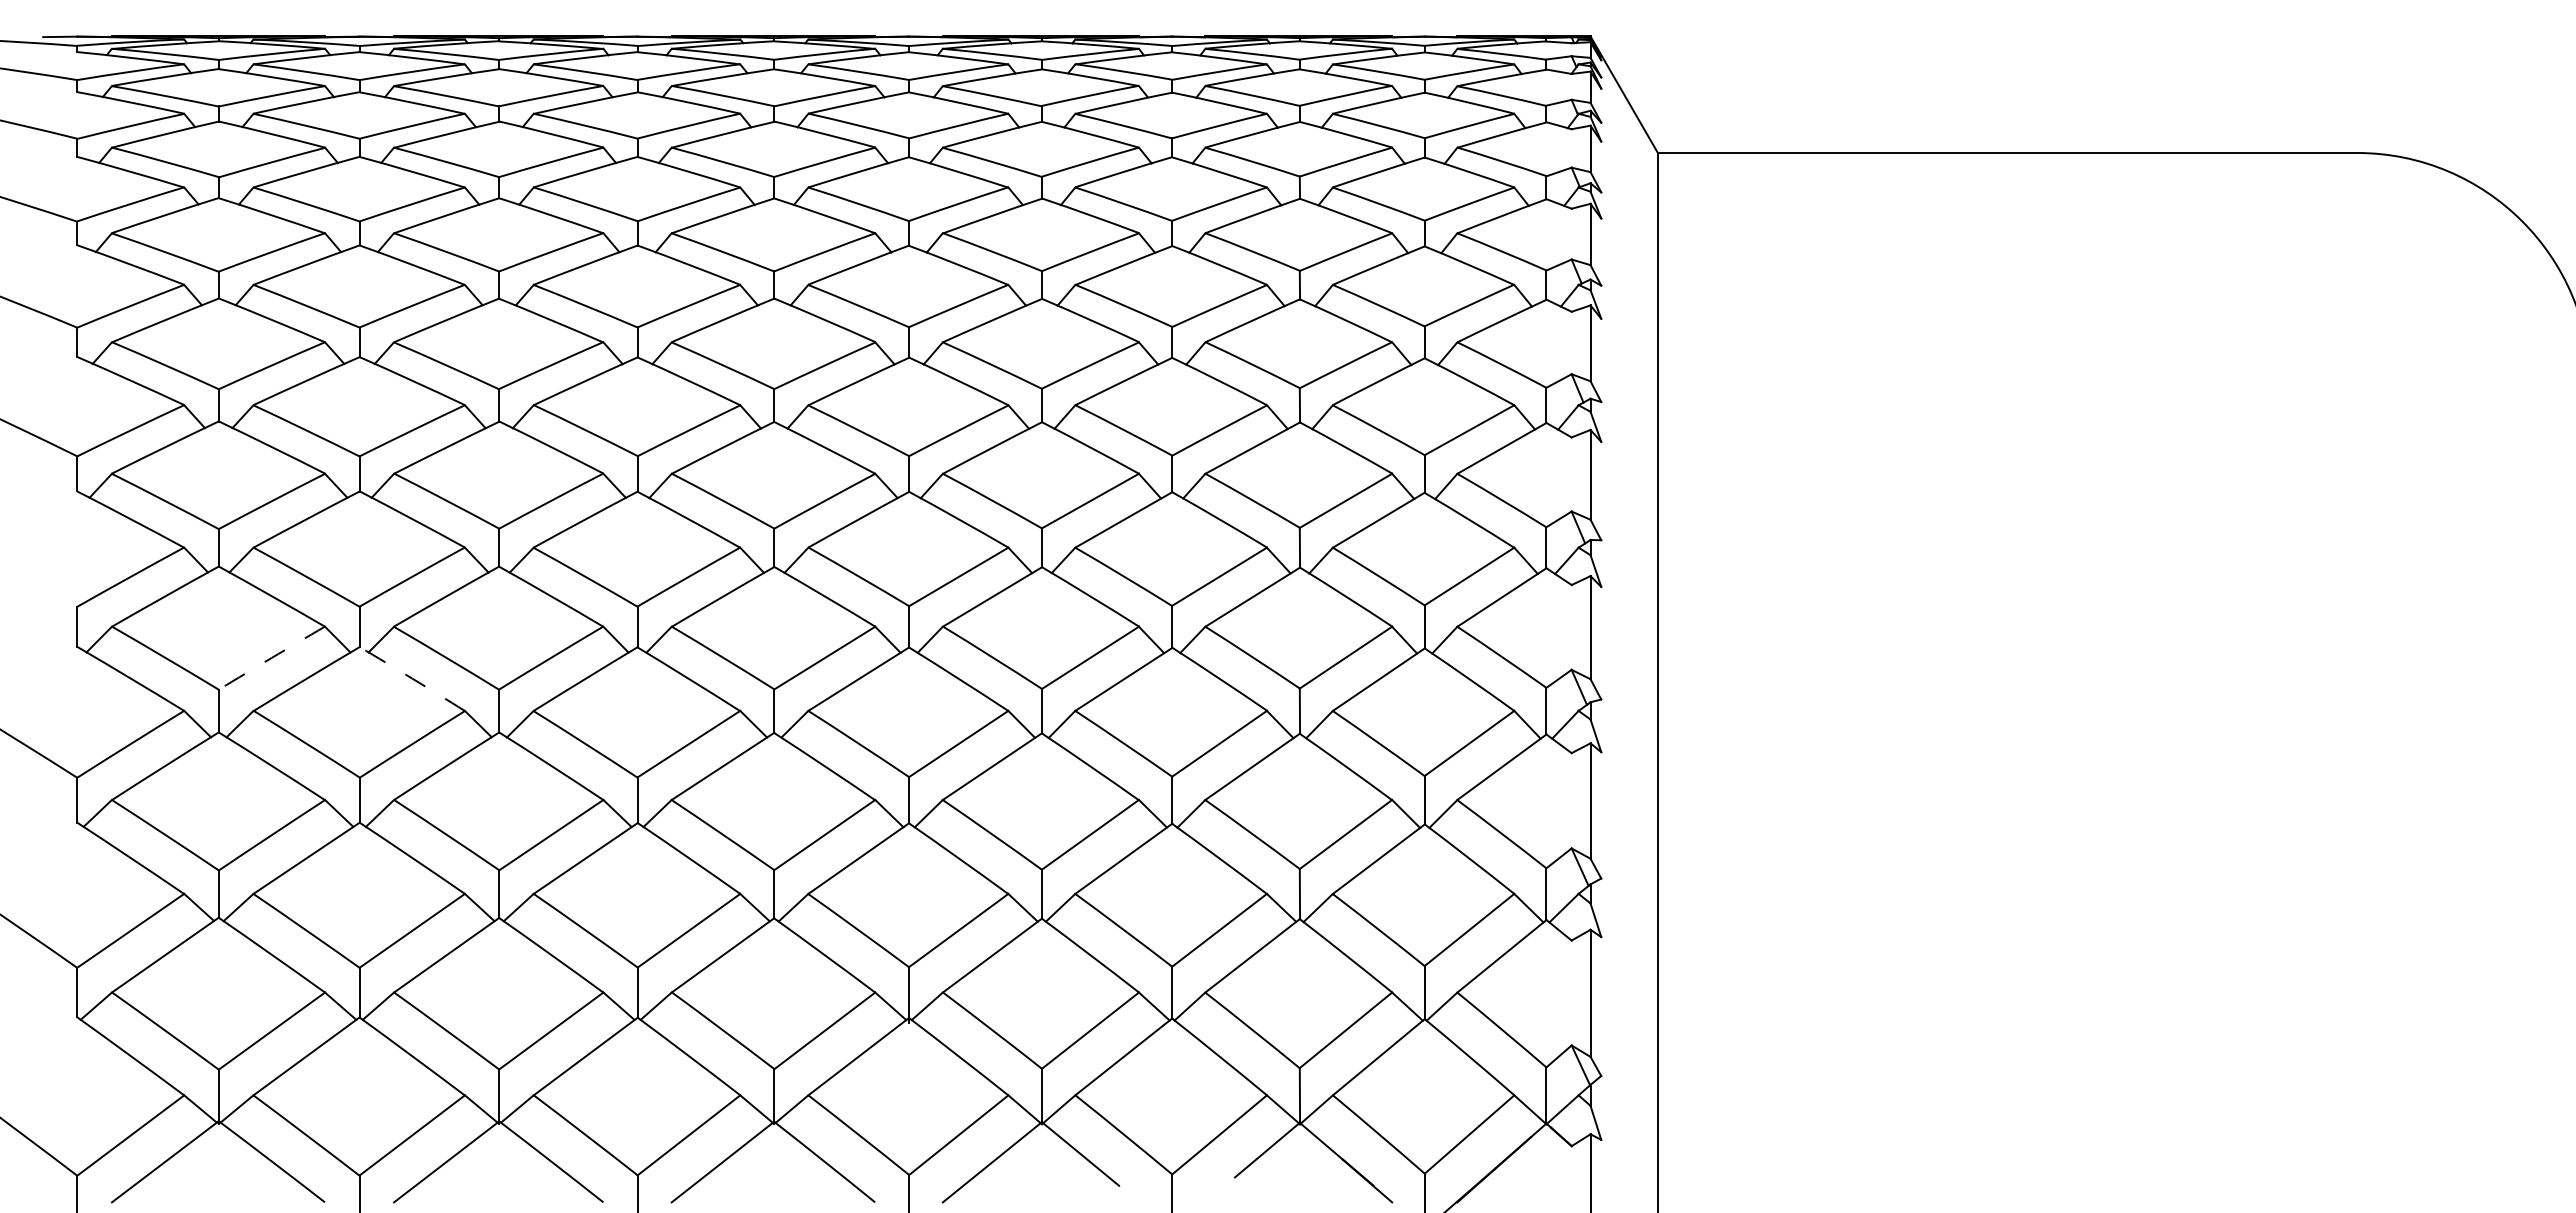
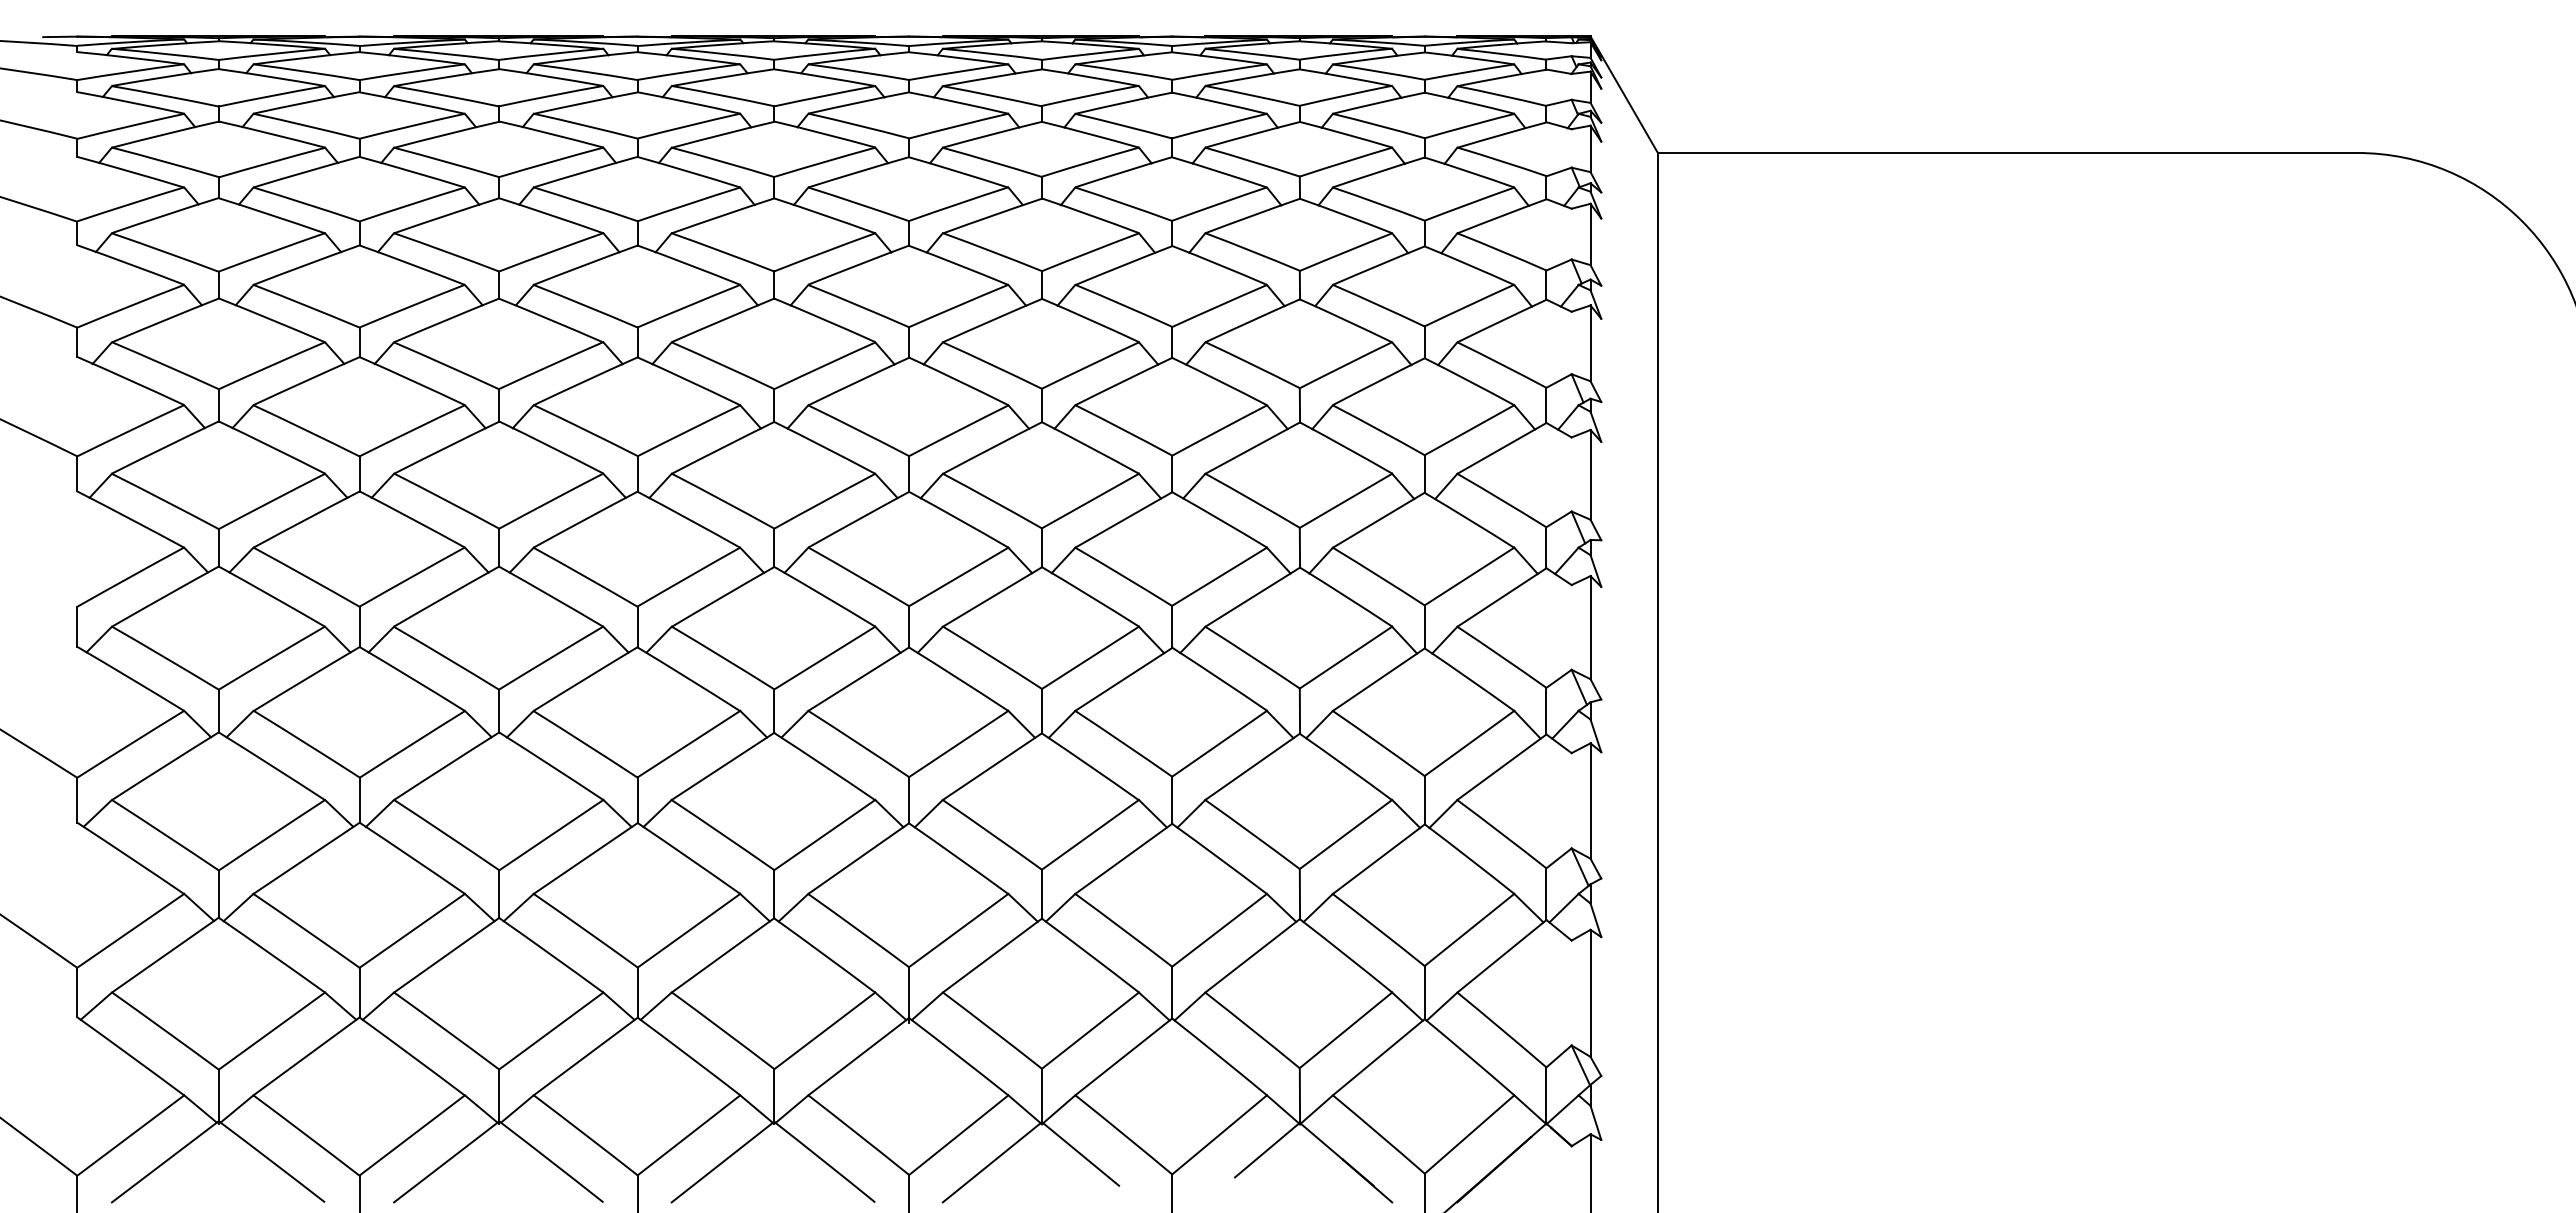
arc at (271, 657): dashed -> solid
arc at (412, 678): dashed -> solid
